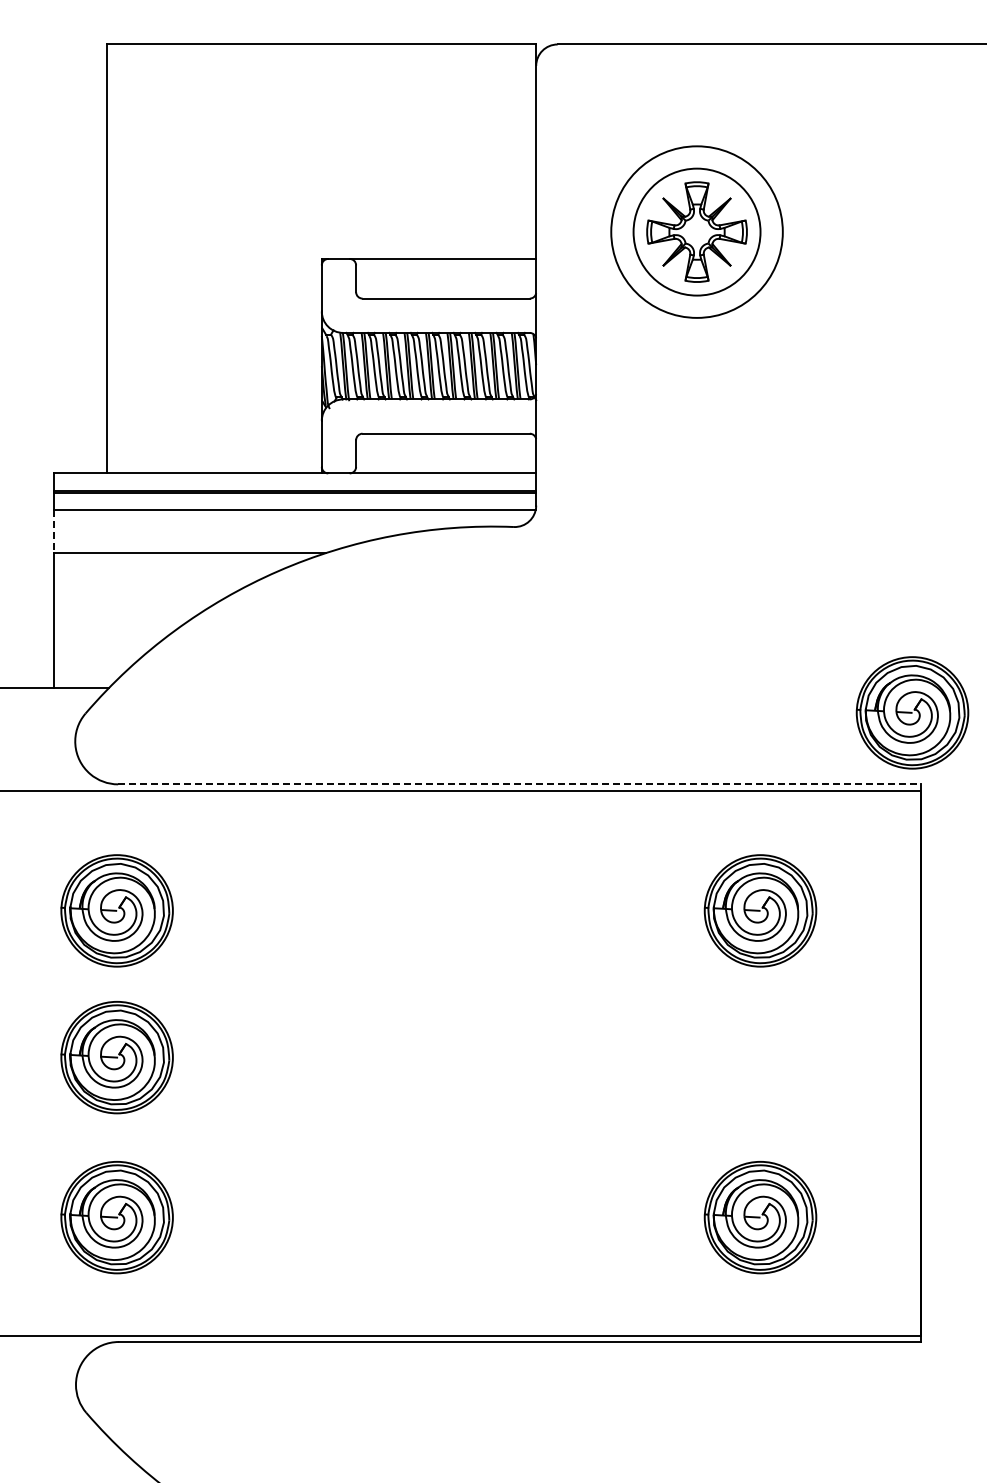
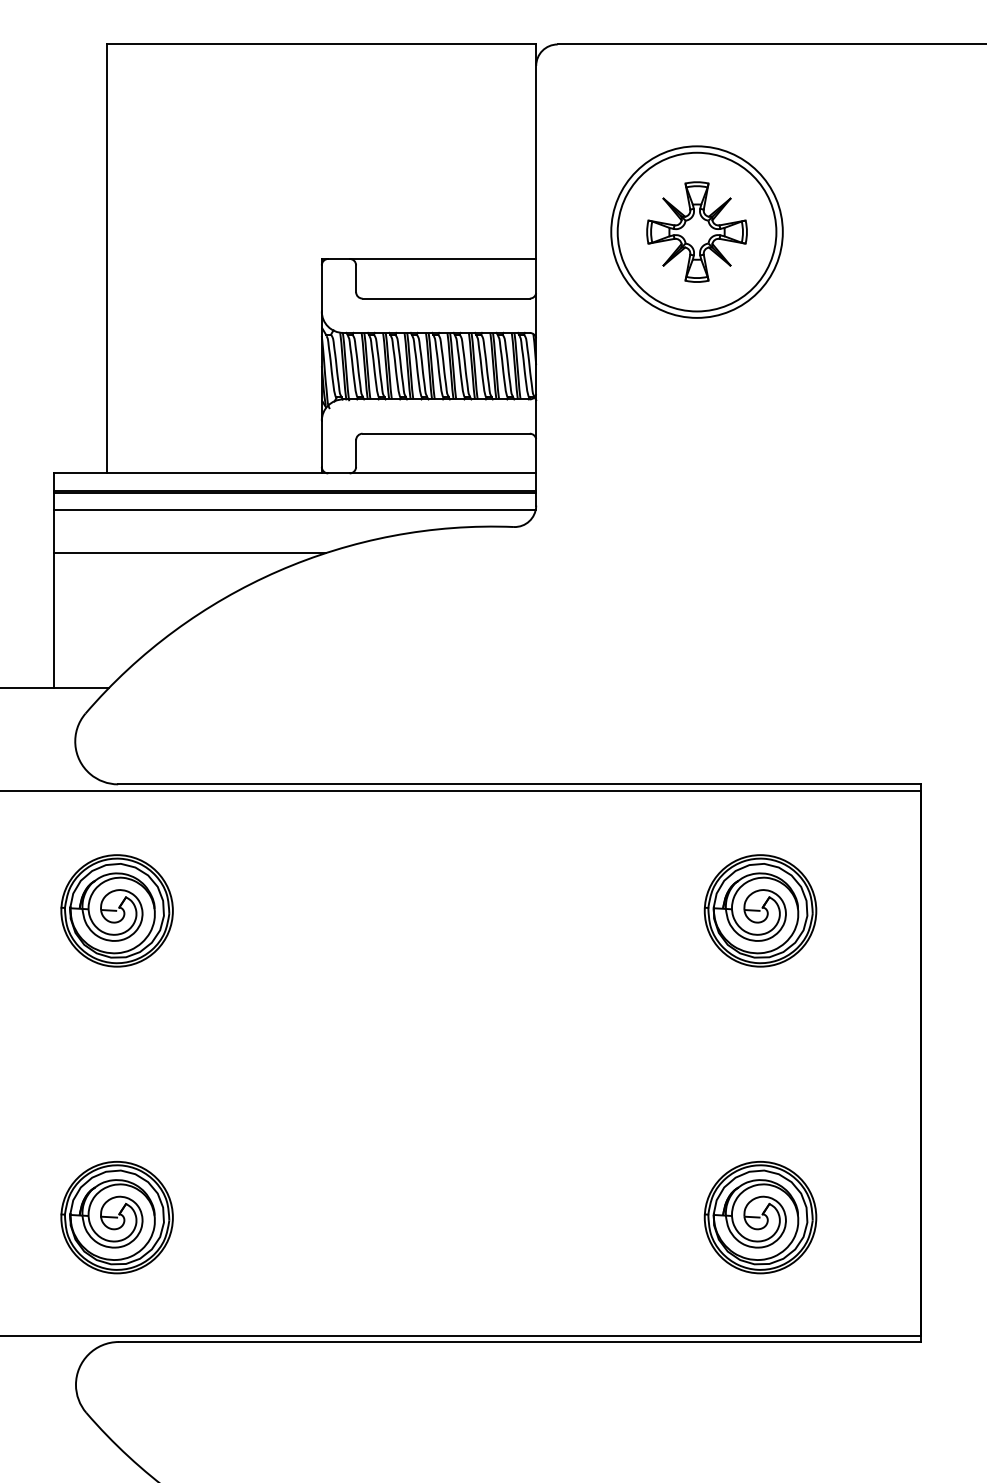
circle at (696, 231) diameter: 127 px -> 159 px
line at (53, 532): dashed -> solid
part at (912, 712): present -> none
line at (519, 784): dashed -> solid
part at (116, 1057): present -> none
